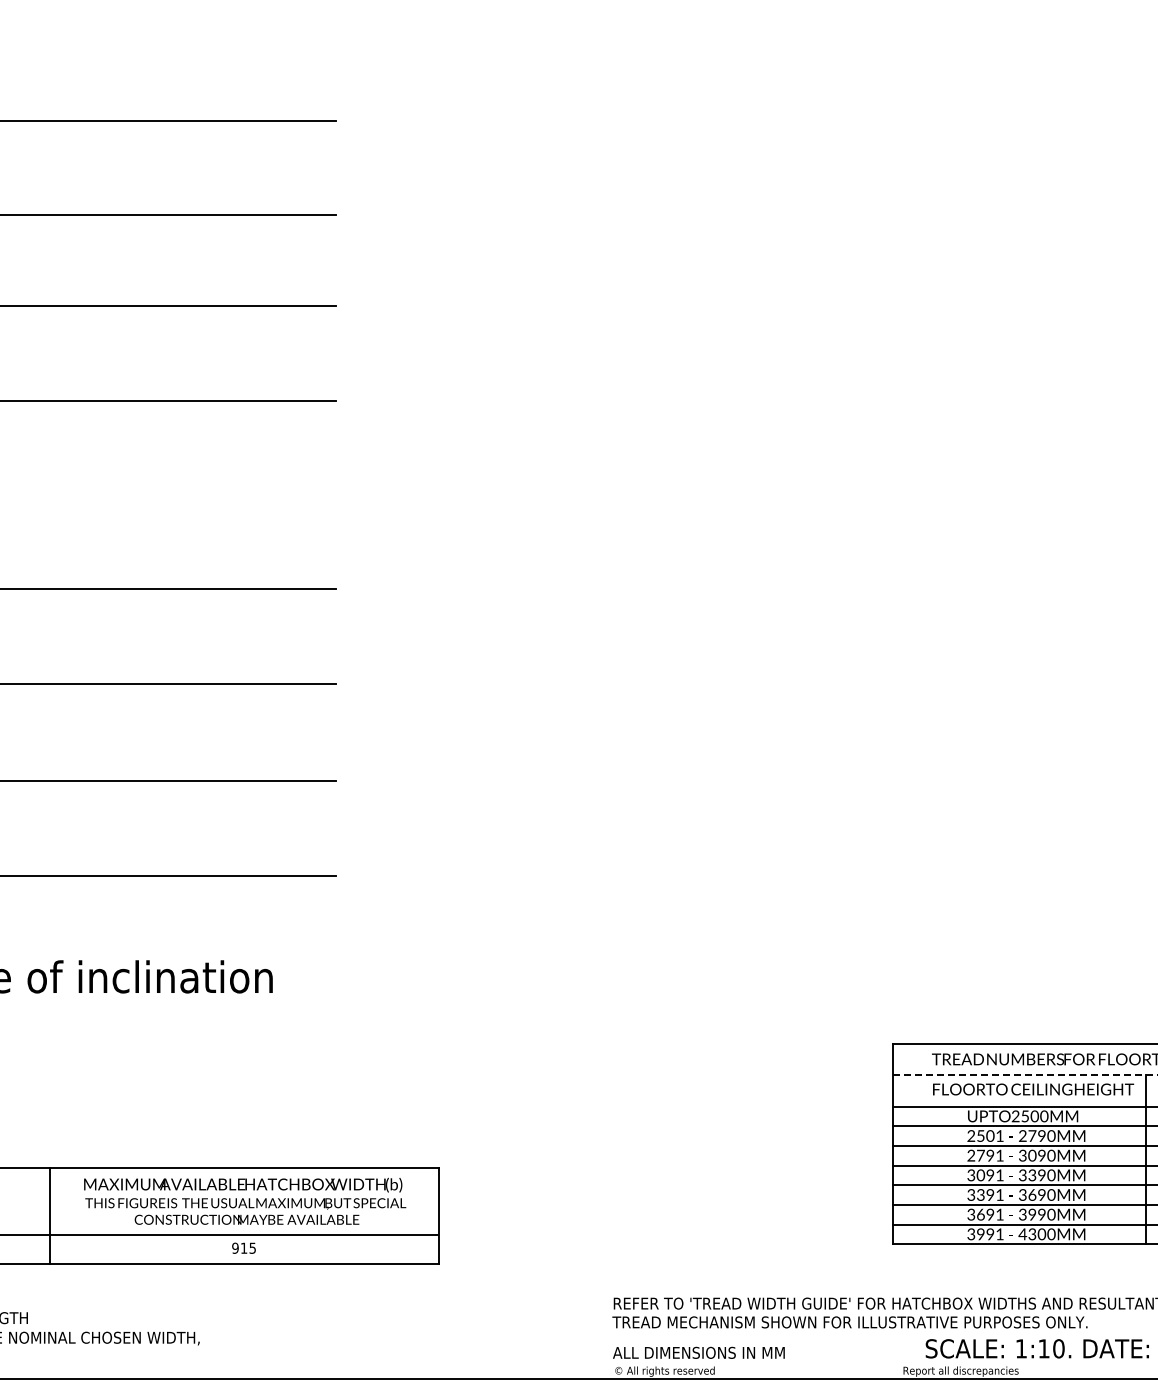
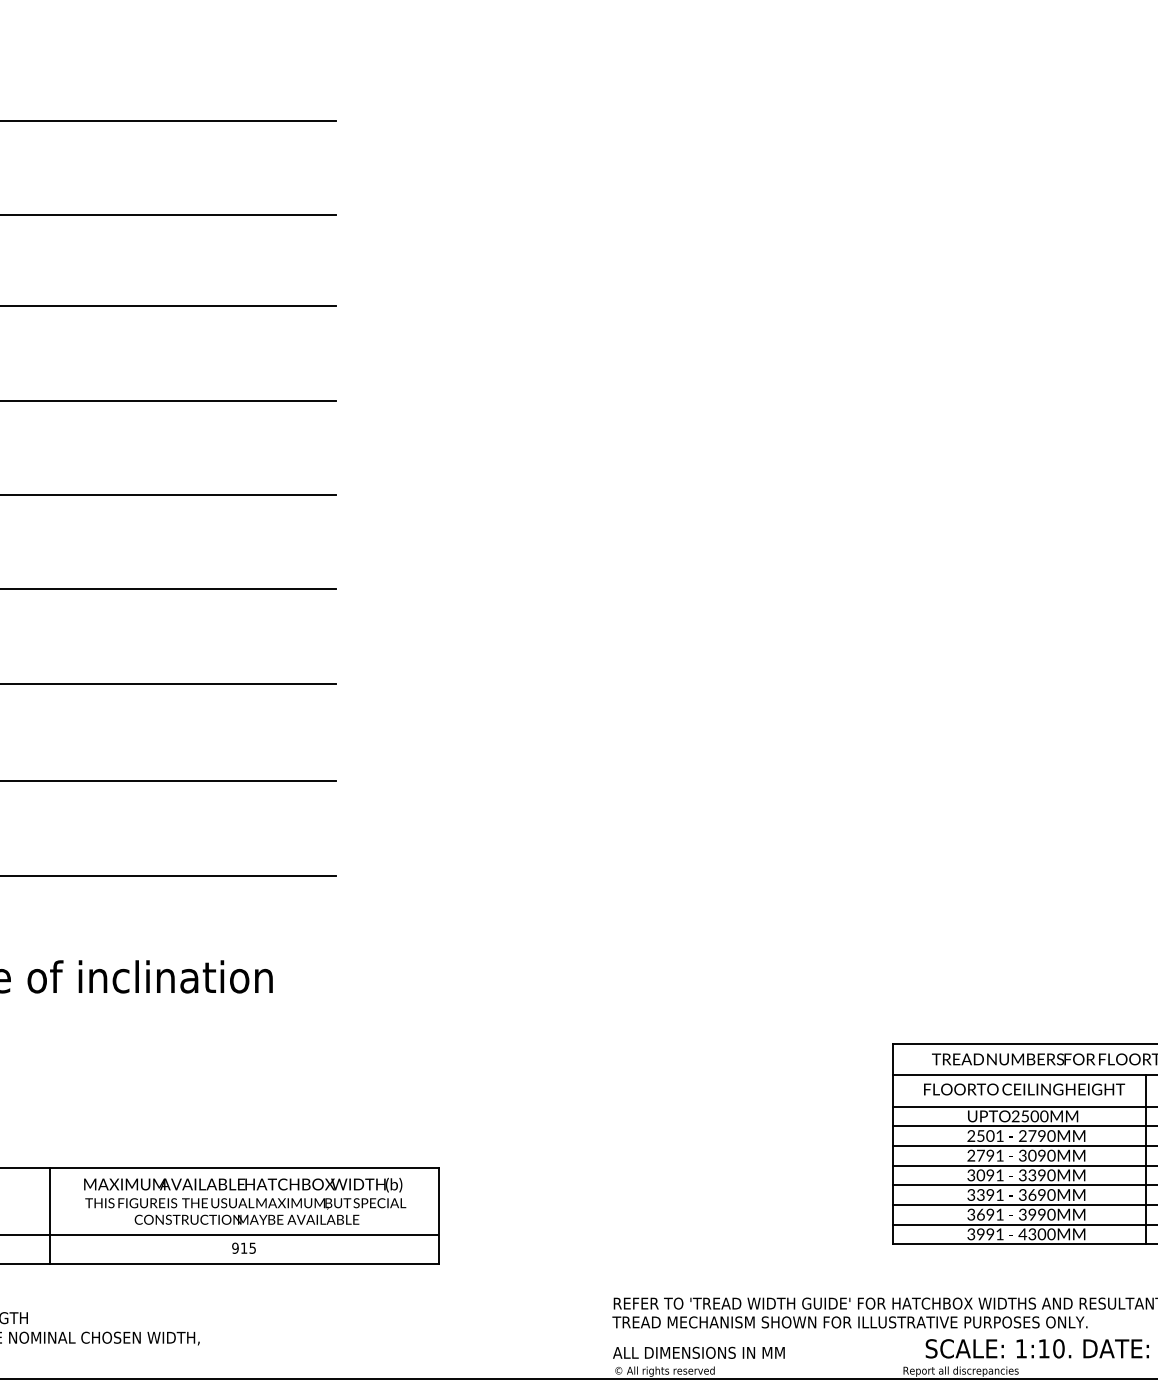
line at (169, 495): none -> present
line at (1025, 1075): dashed -> solid
text at (1033, 1089) position: (1033, 1089) -> (1024, 1089)
